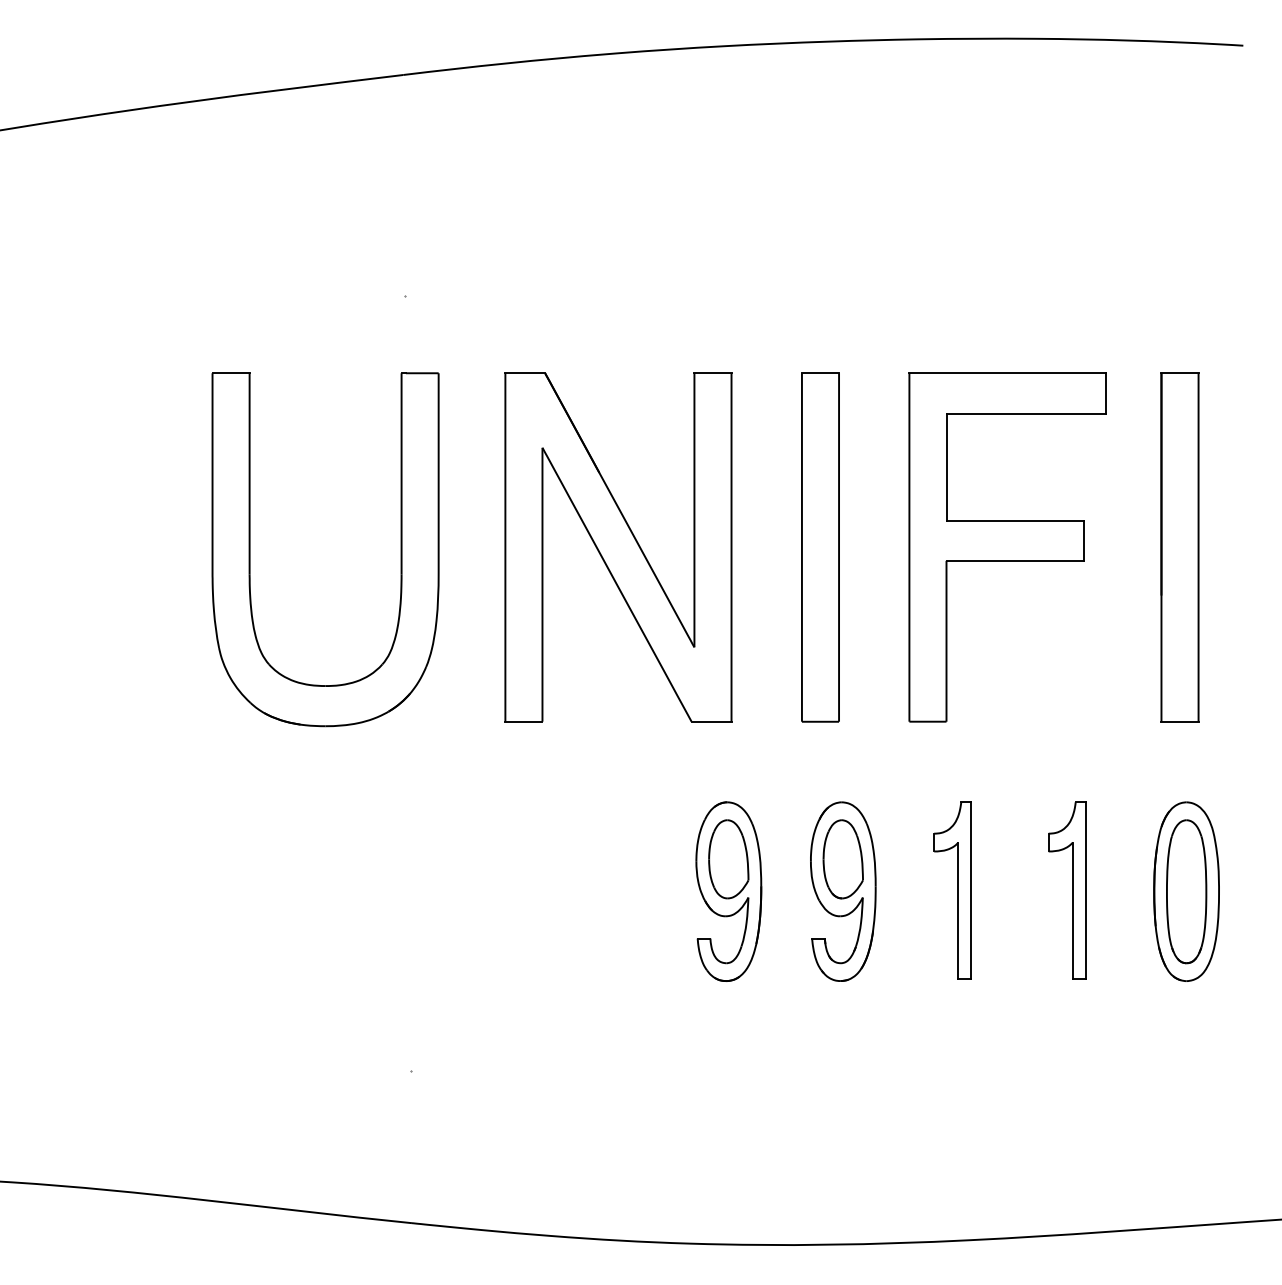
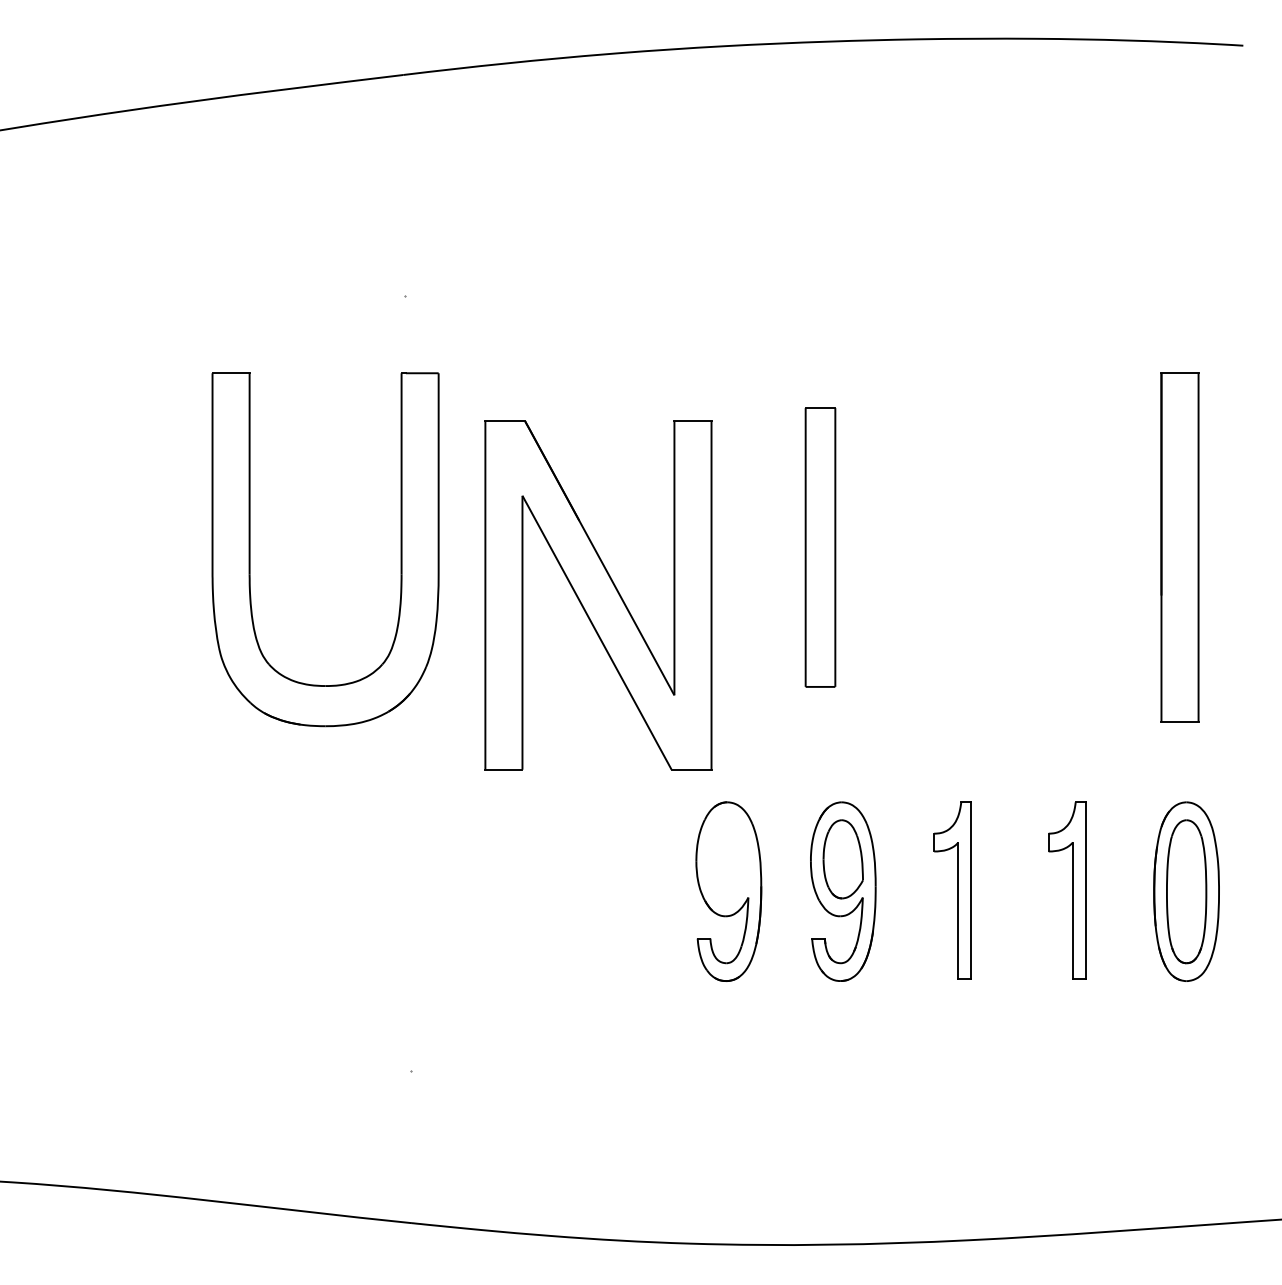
part at (618, 547) position: (618, 547) -> (598, 595)
part at (820, 547) size: 39x351 px -> 33x281 px
part at (1007, 547): present -> none
part at (728, 859): present -> none
